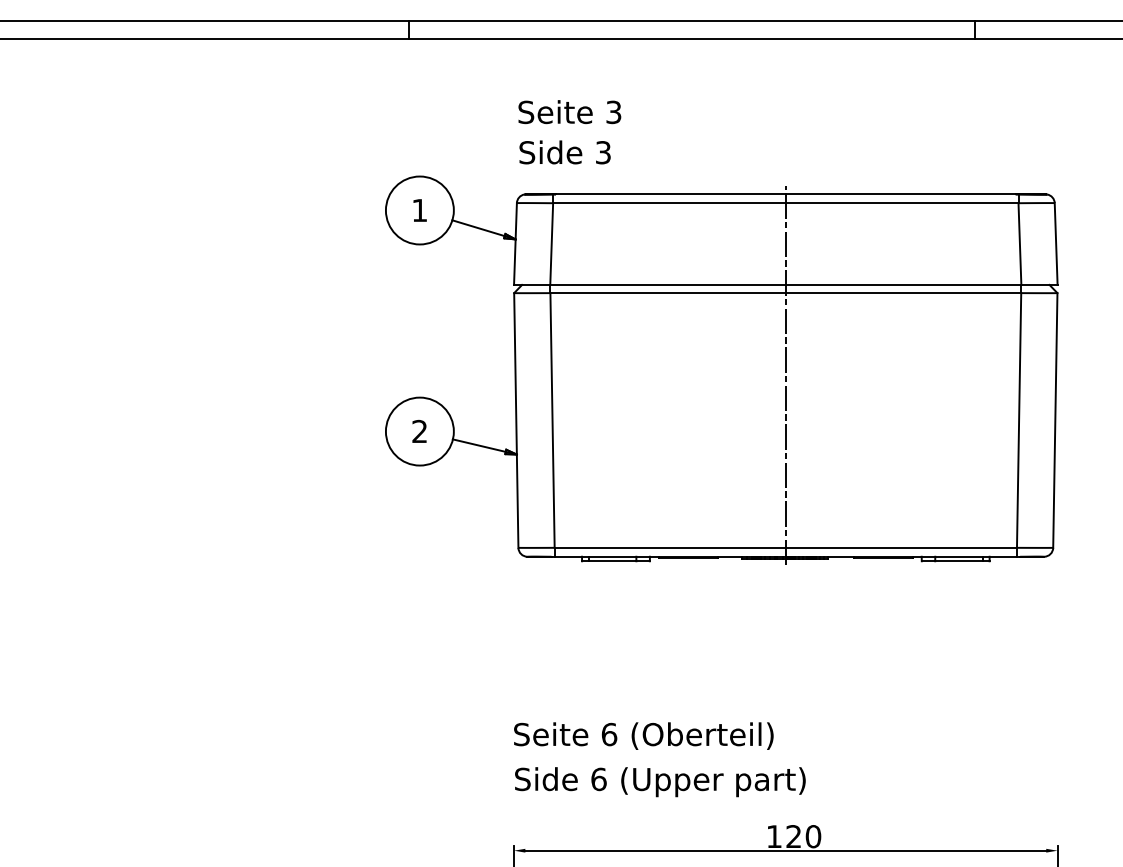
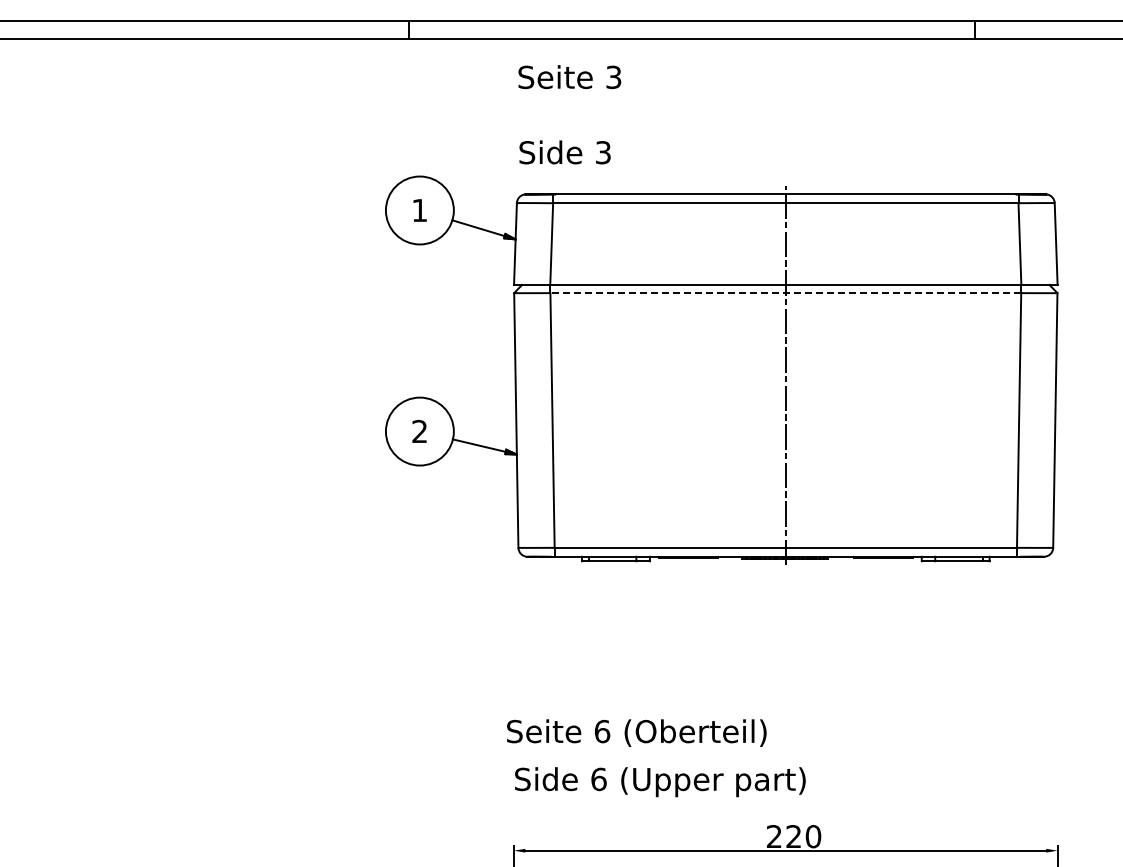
text at (569, 112) position: (569, 112) -> (569, 77)
line at (785, 293): solid -> dashed
text at (643, 735) position: (643, 735) -> (636, 732)
text at (774, 836): 120 -> 220
